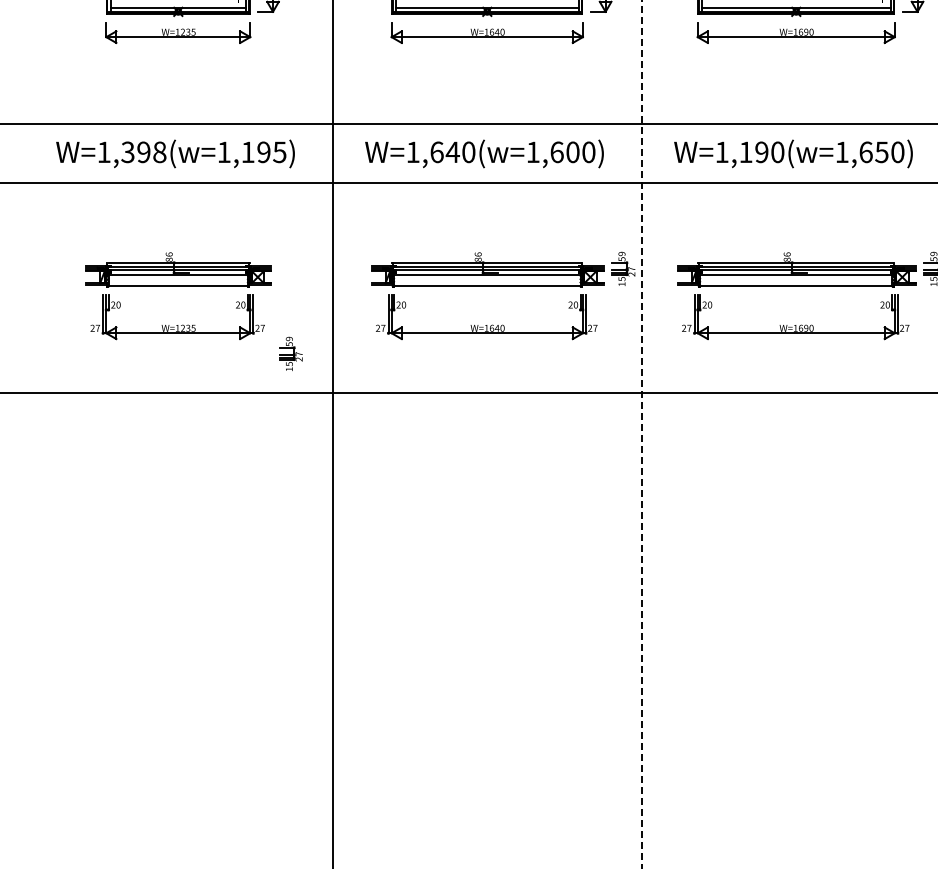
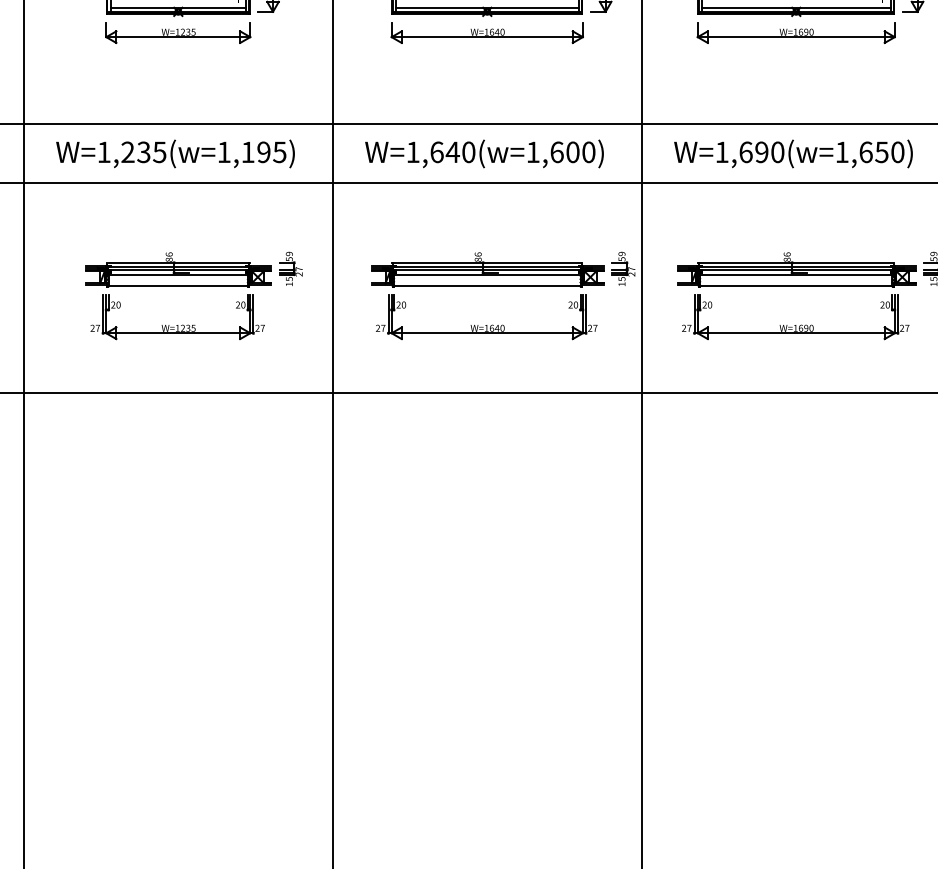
text at (143, 152): W=1,398(w=1,195) -> W=1,235(w=1,195)
text at (745, 152): W=1,190(w=1,650) -> W=1,690(w=1,650)
part at (290, 353) position: (290, 353) -> (290, 268)
line at (23, 433): none -> present
line at (641, 434): dashed -> solid
